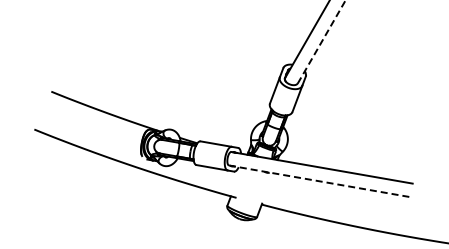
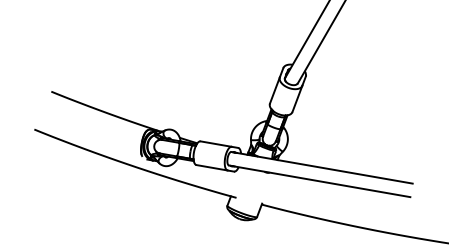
line at (321, 42): dashed -> solid
line at (320, 181): dashed -> solid
